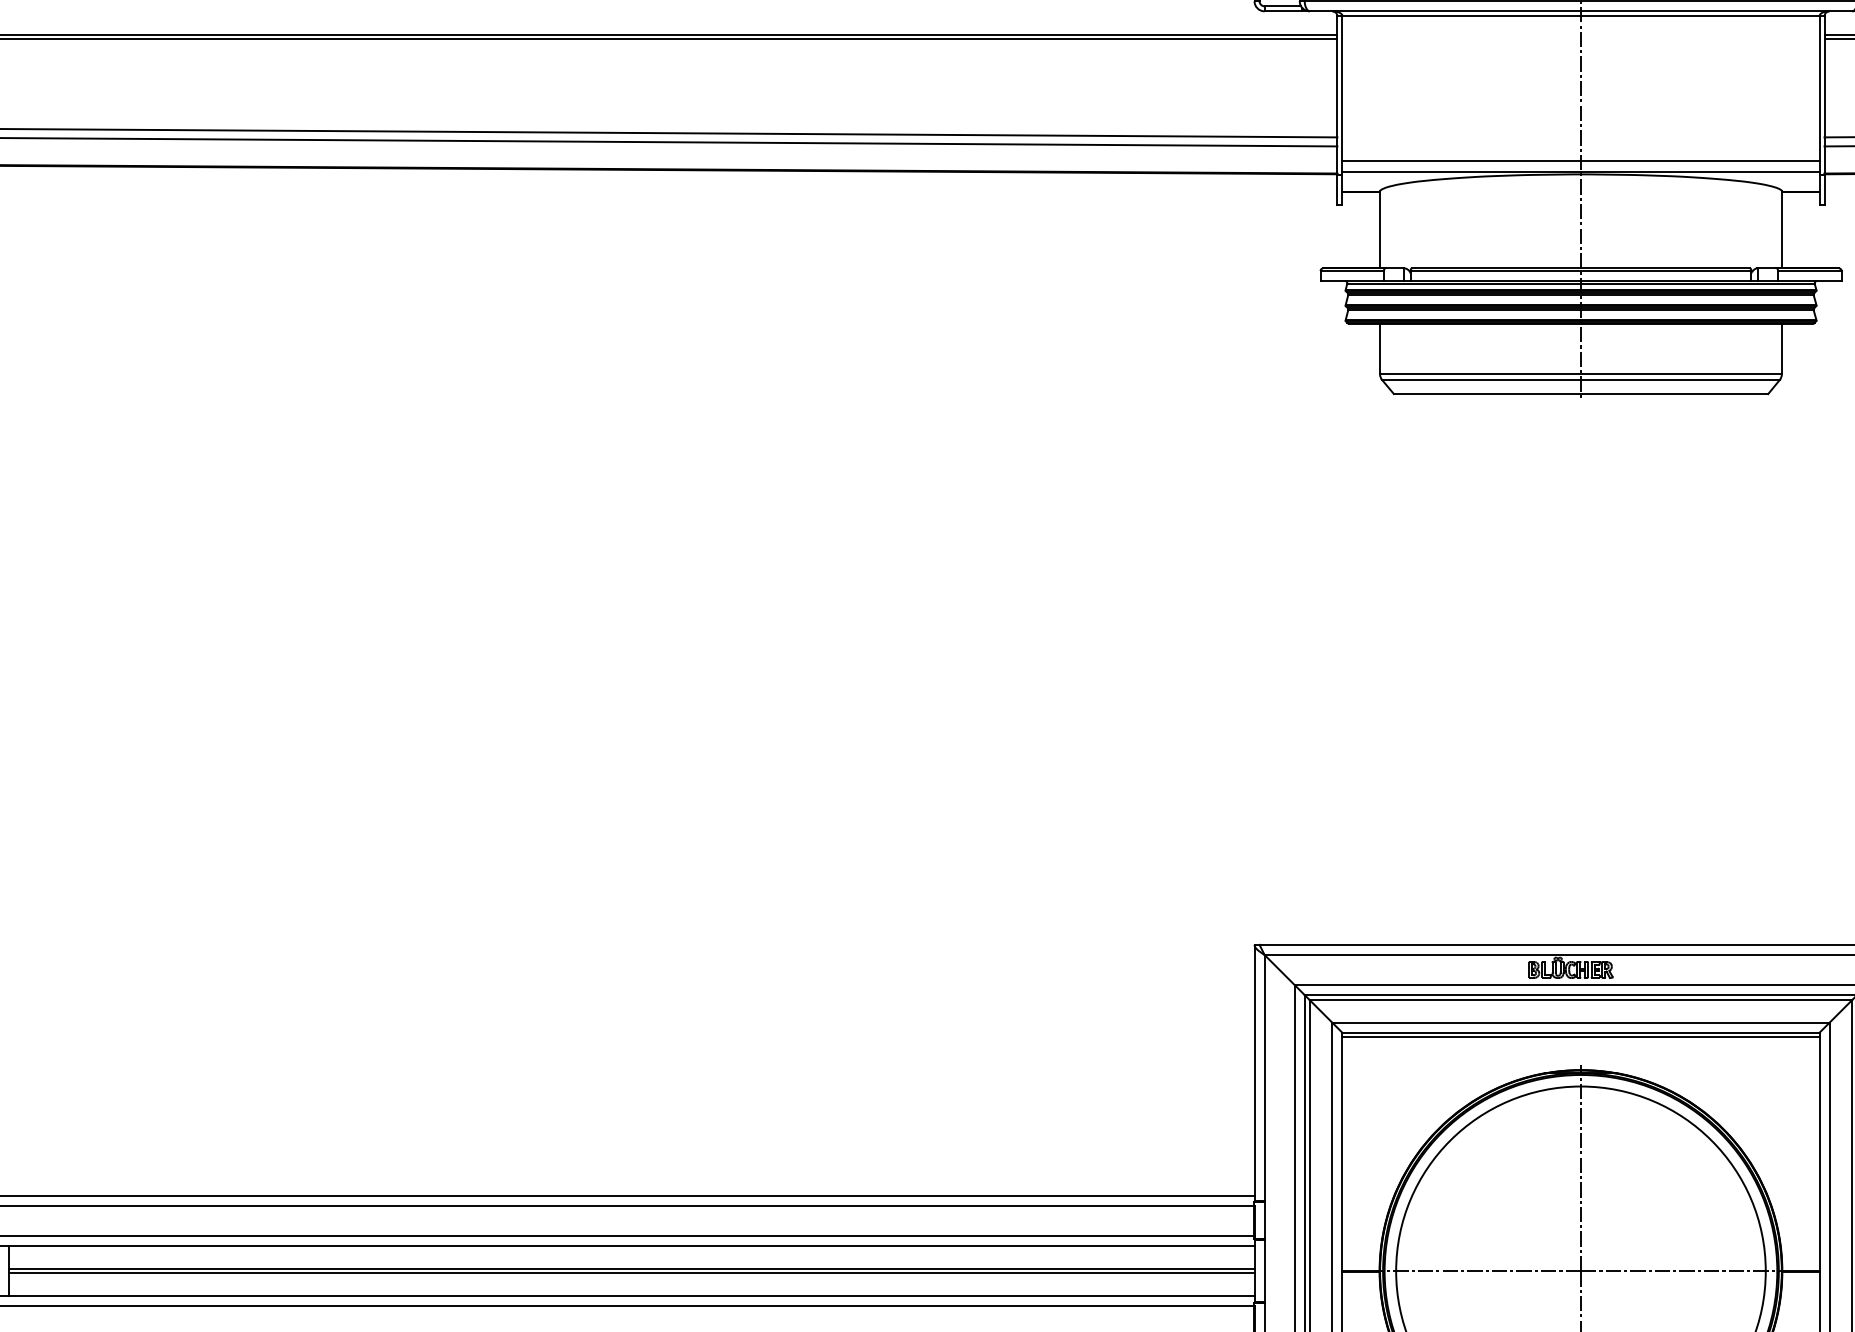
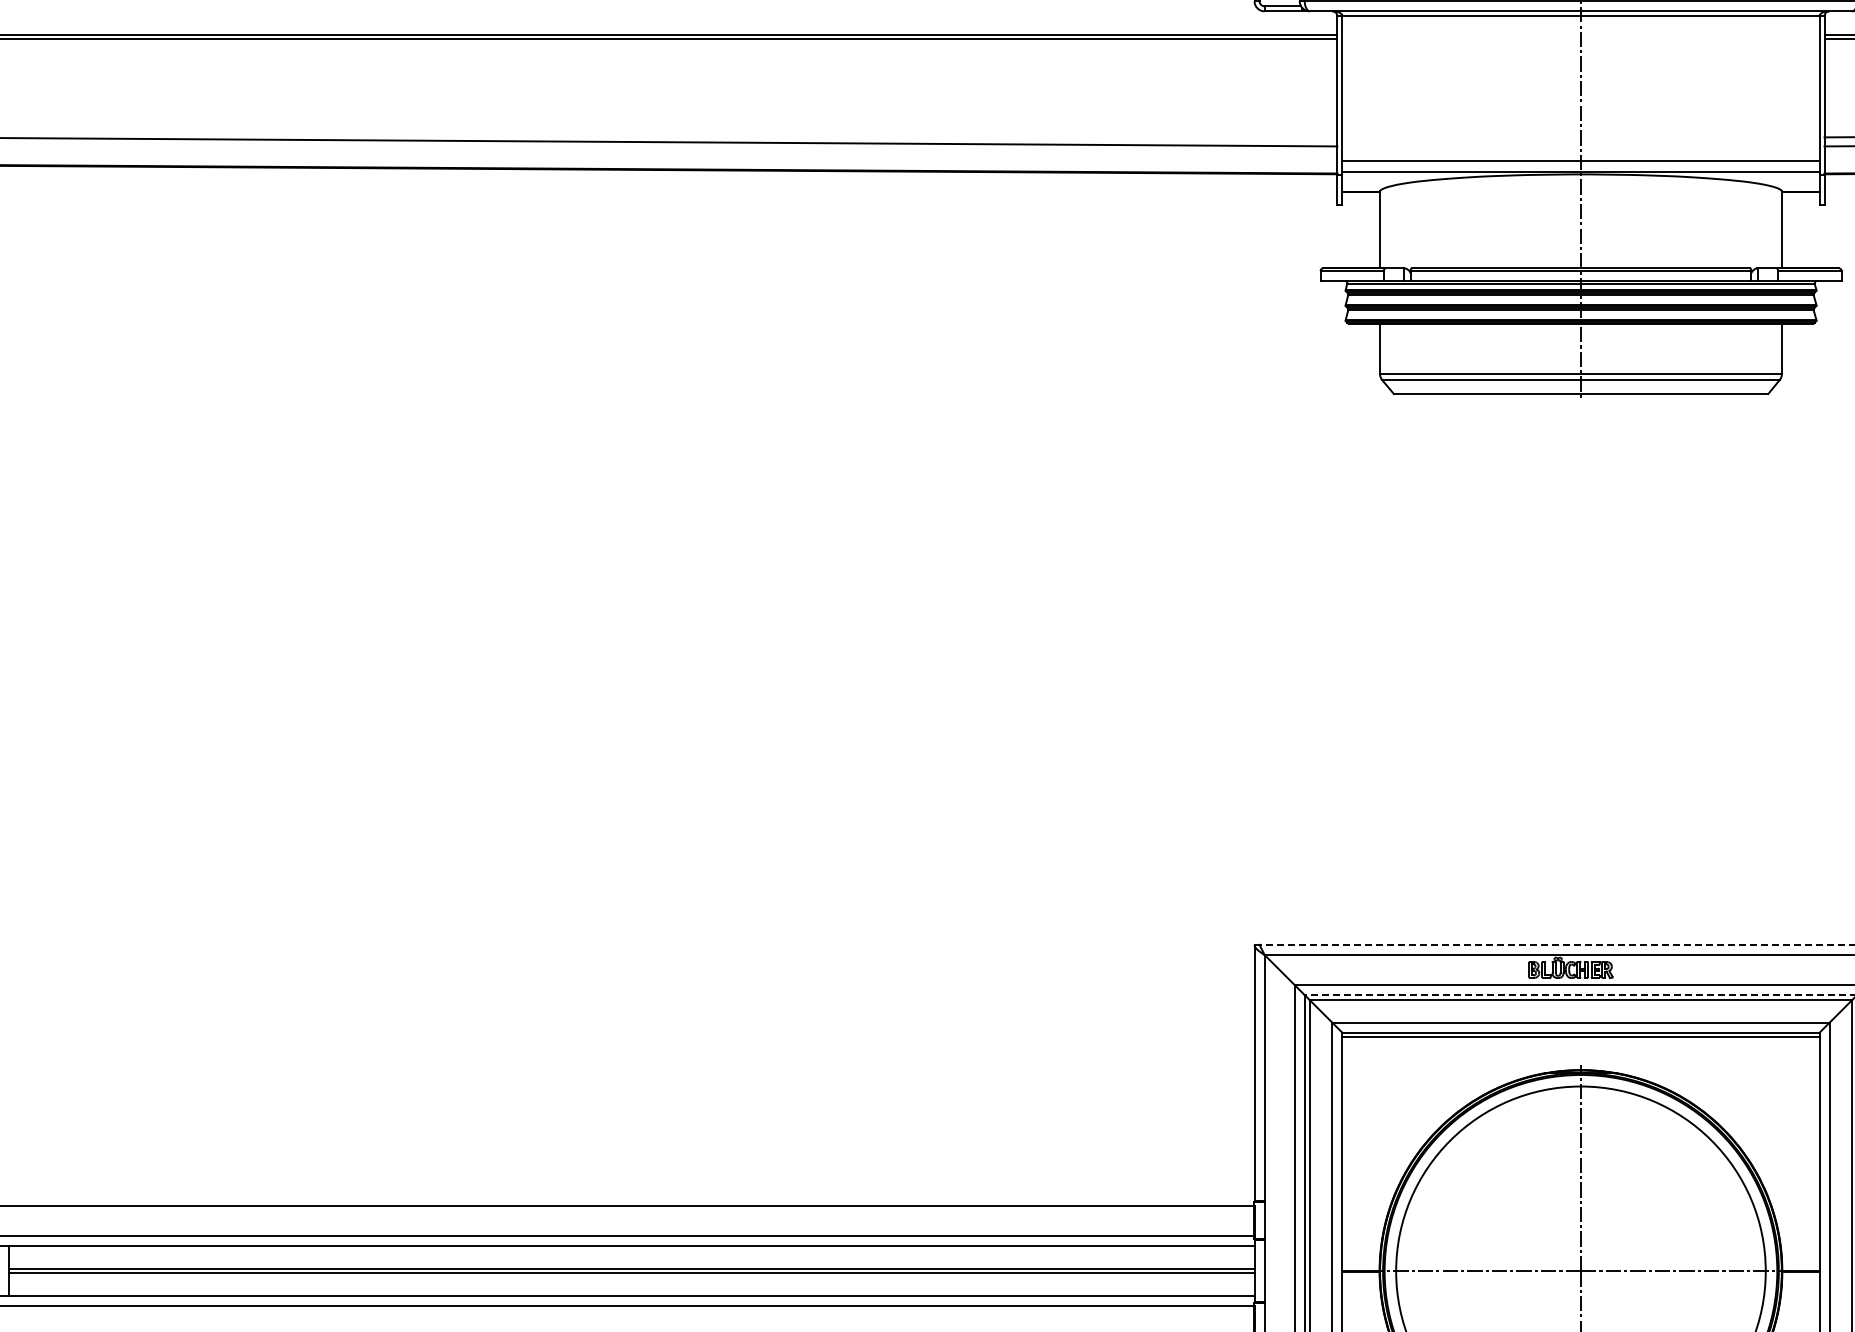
line at (669, 133): present -> none
line at (1554, 944): solid -> dashed
line at (1579, 995): solid -> dashed
line at (628, 1196): present -> none
